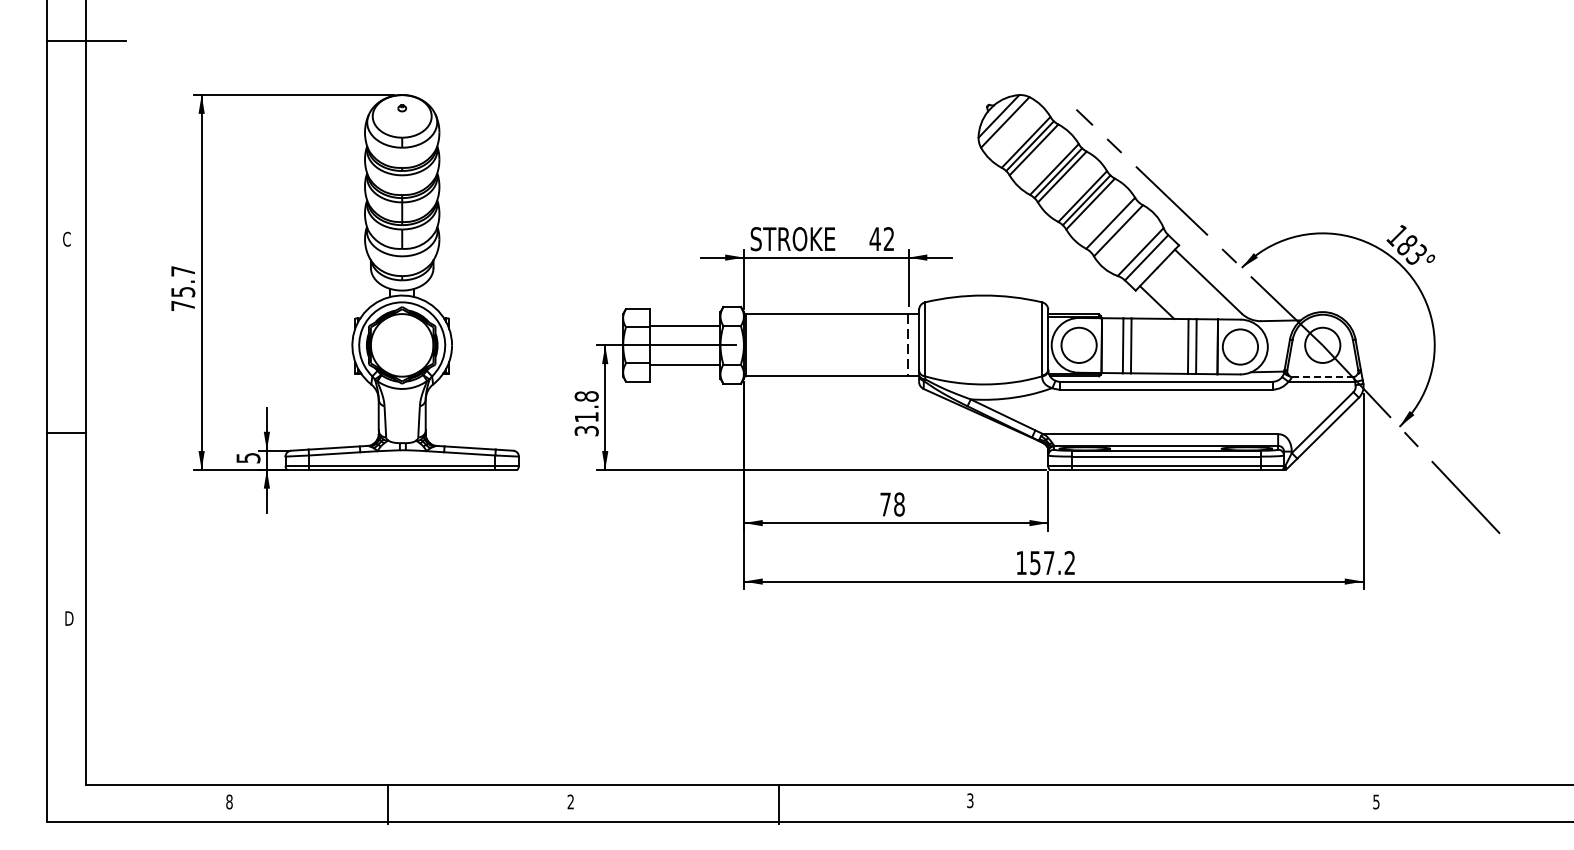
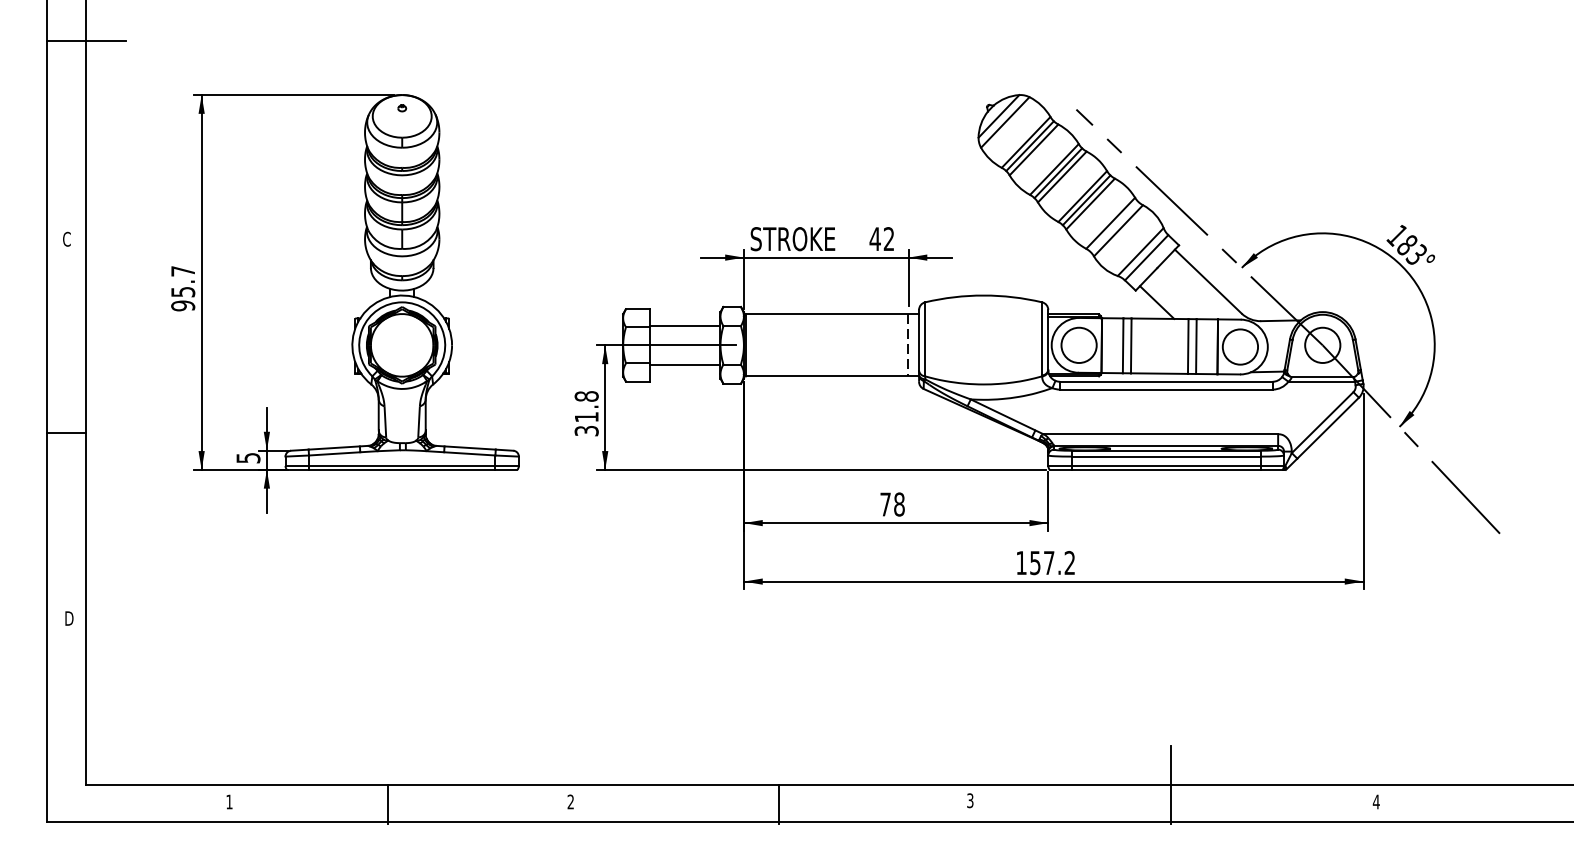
text at (183, 305): 75.7 -> 95.7
line at (1322, 377): dashed -> solid
line at (1170, 785): none -> present
text at (229, 801): 8 -> 1
text at (1375, 801): 5 -> 4
